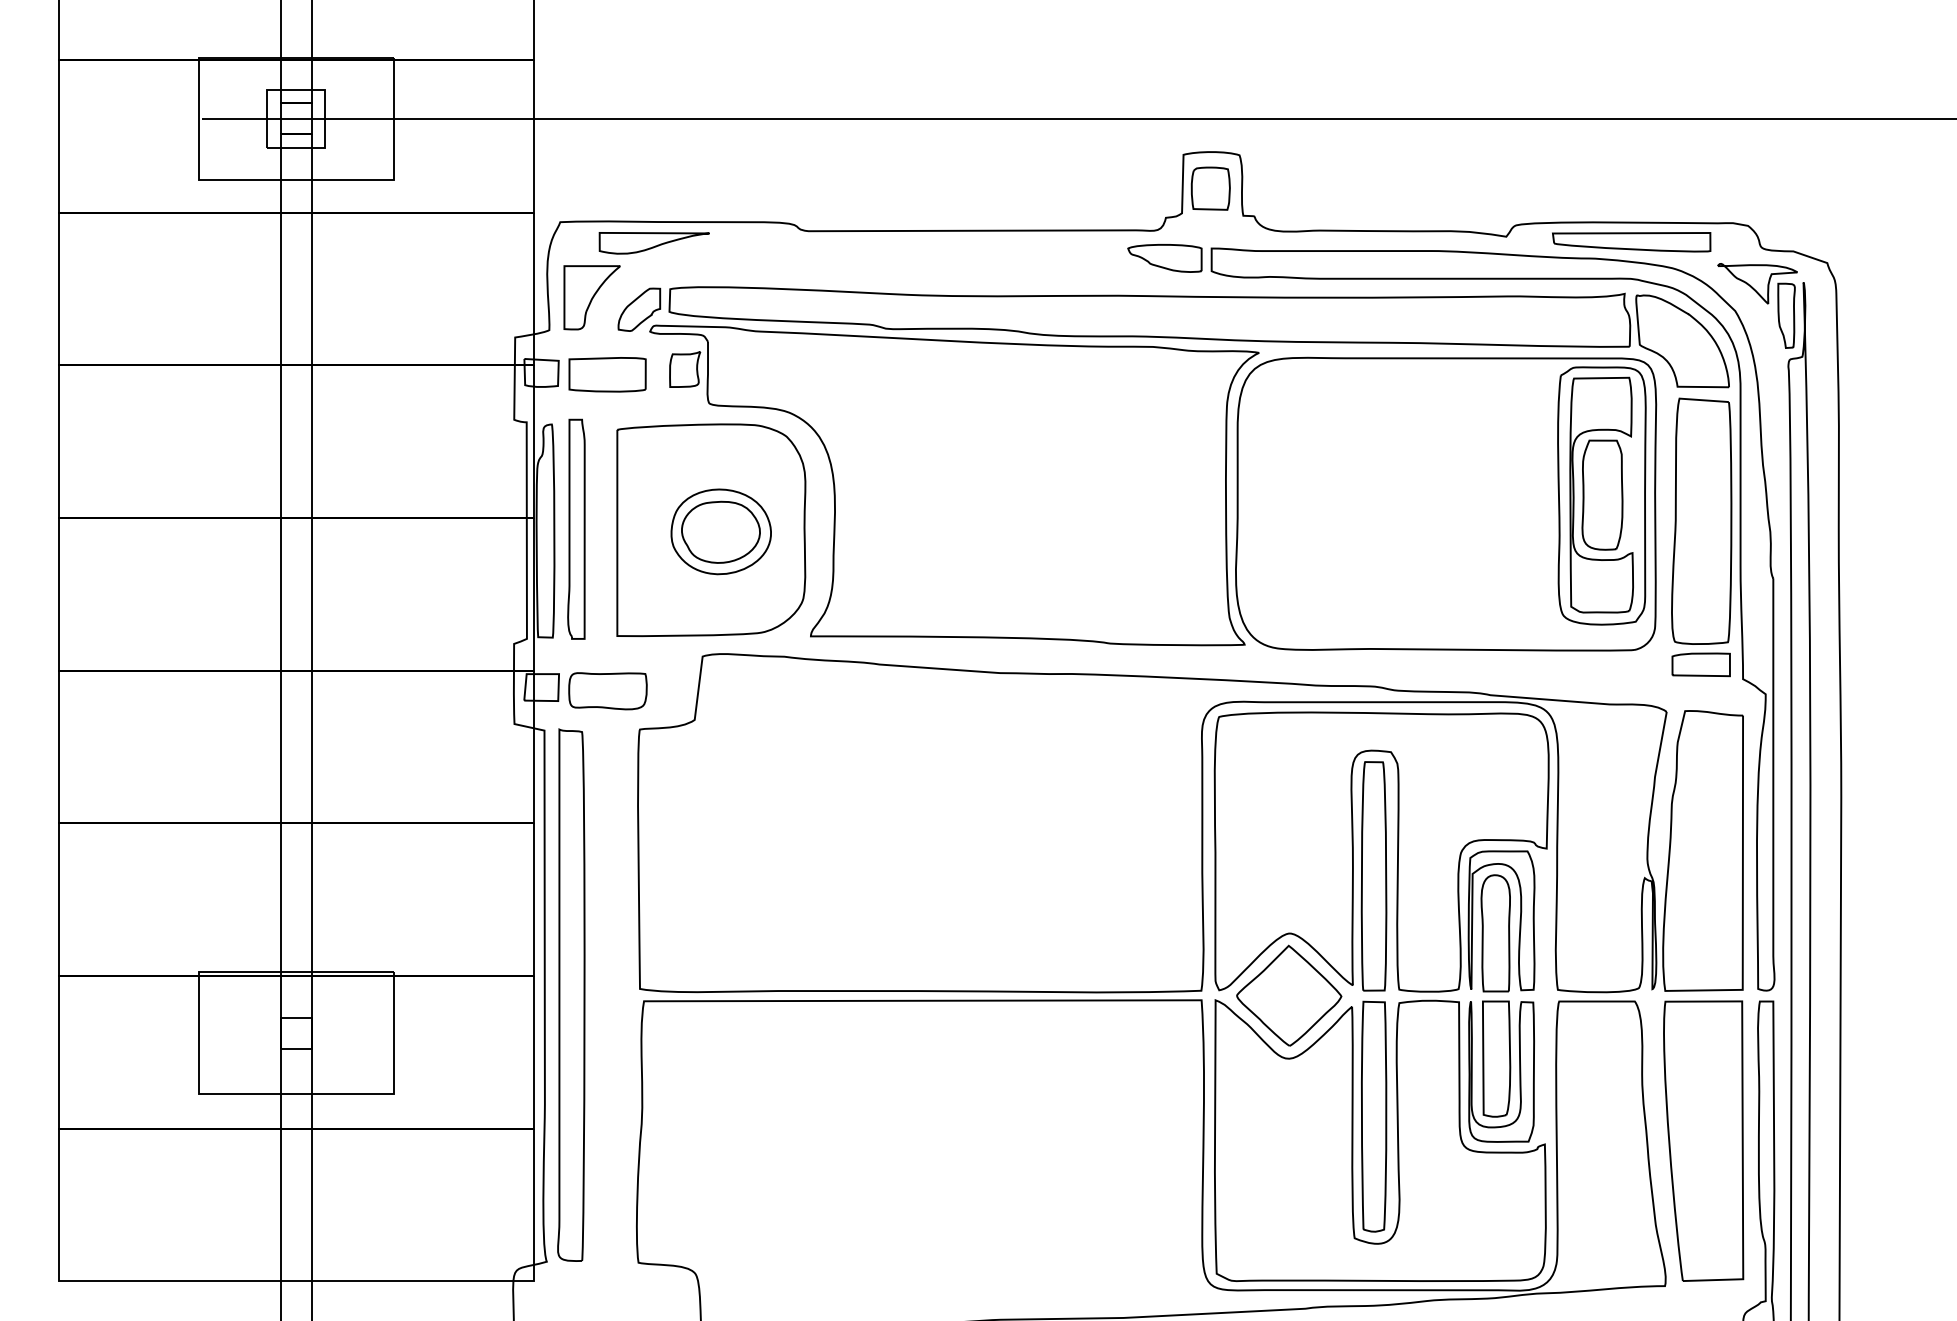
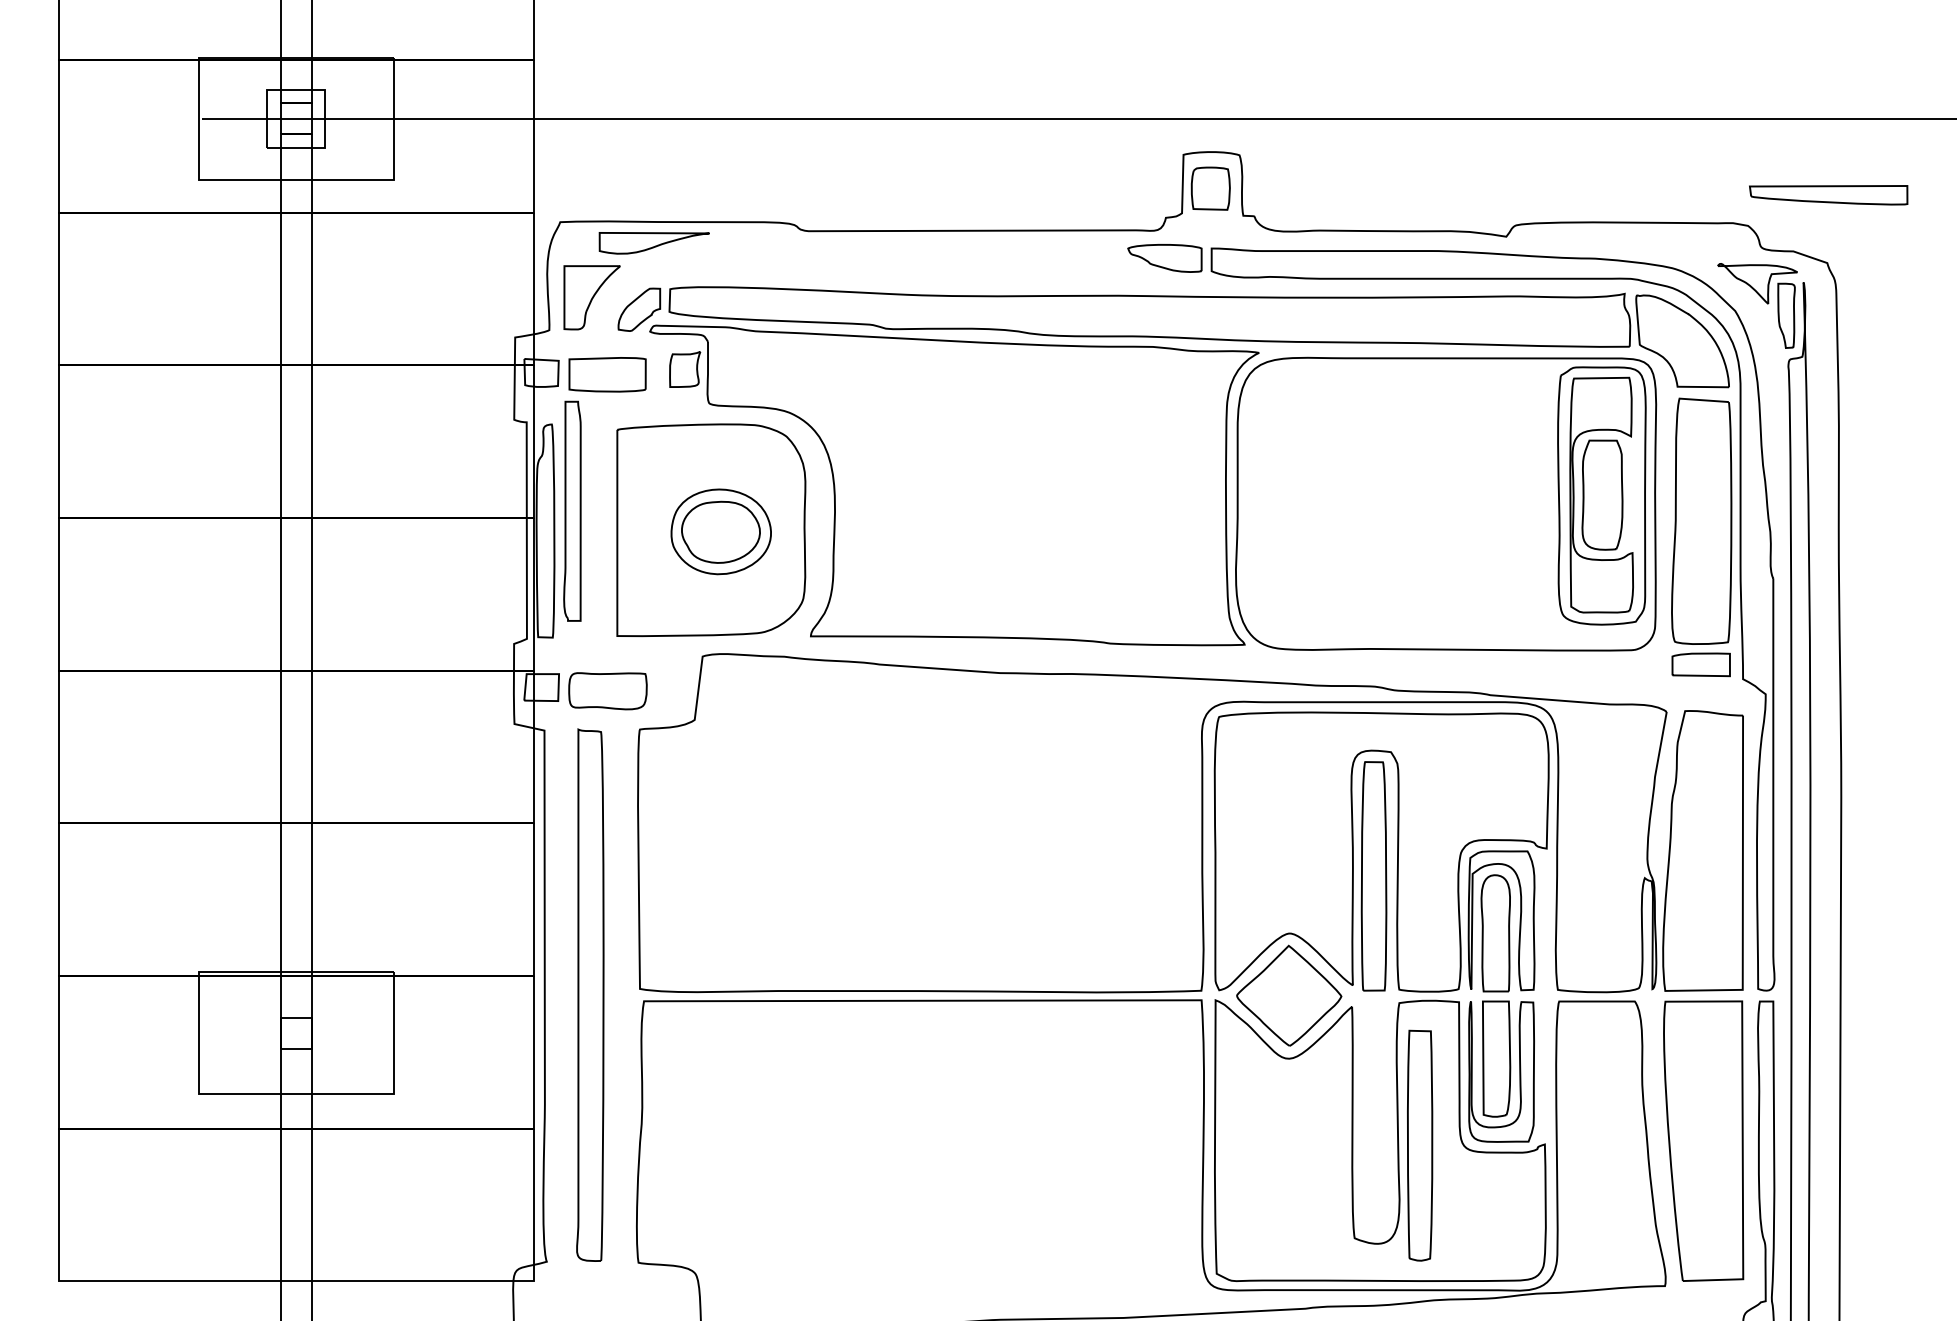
part at (1631, 242) position: (1631, 242) -> (1828, 195)
part at (576, 528) position: (576, 528) -> (572, 510)
part at (571, 994) position: (571, 994) -> (590, 994)
part at (1374, 1116) position: (1374, 1116) -> (1420, 1145)
